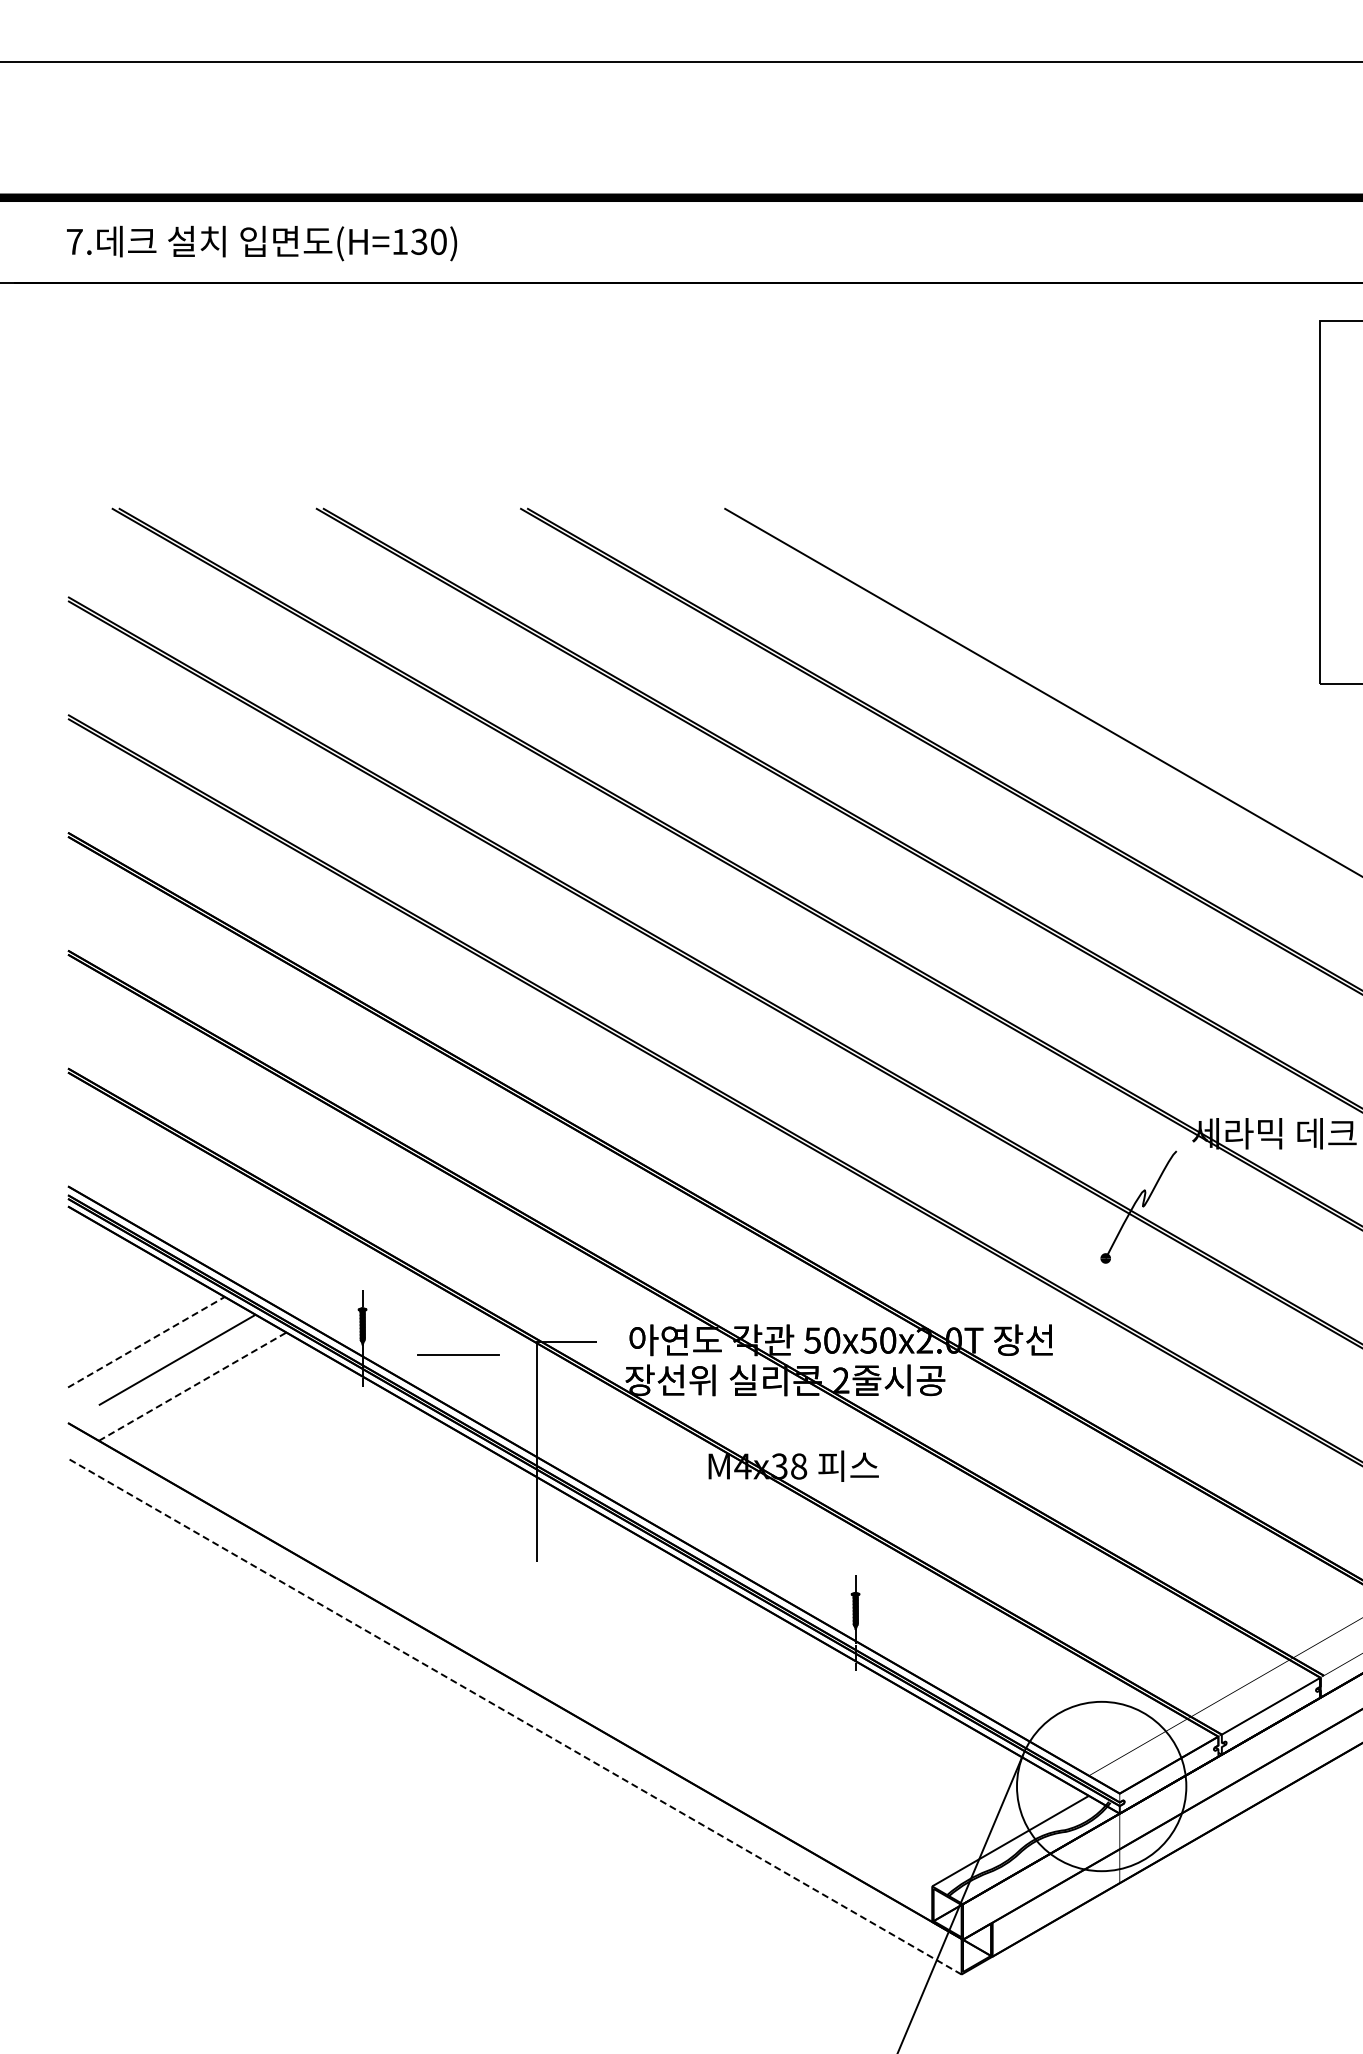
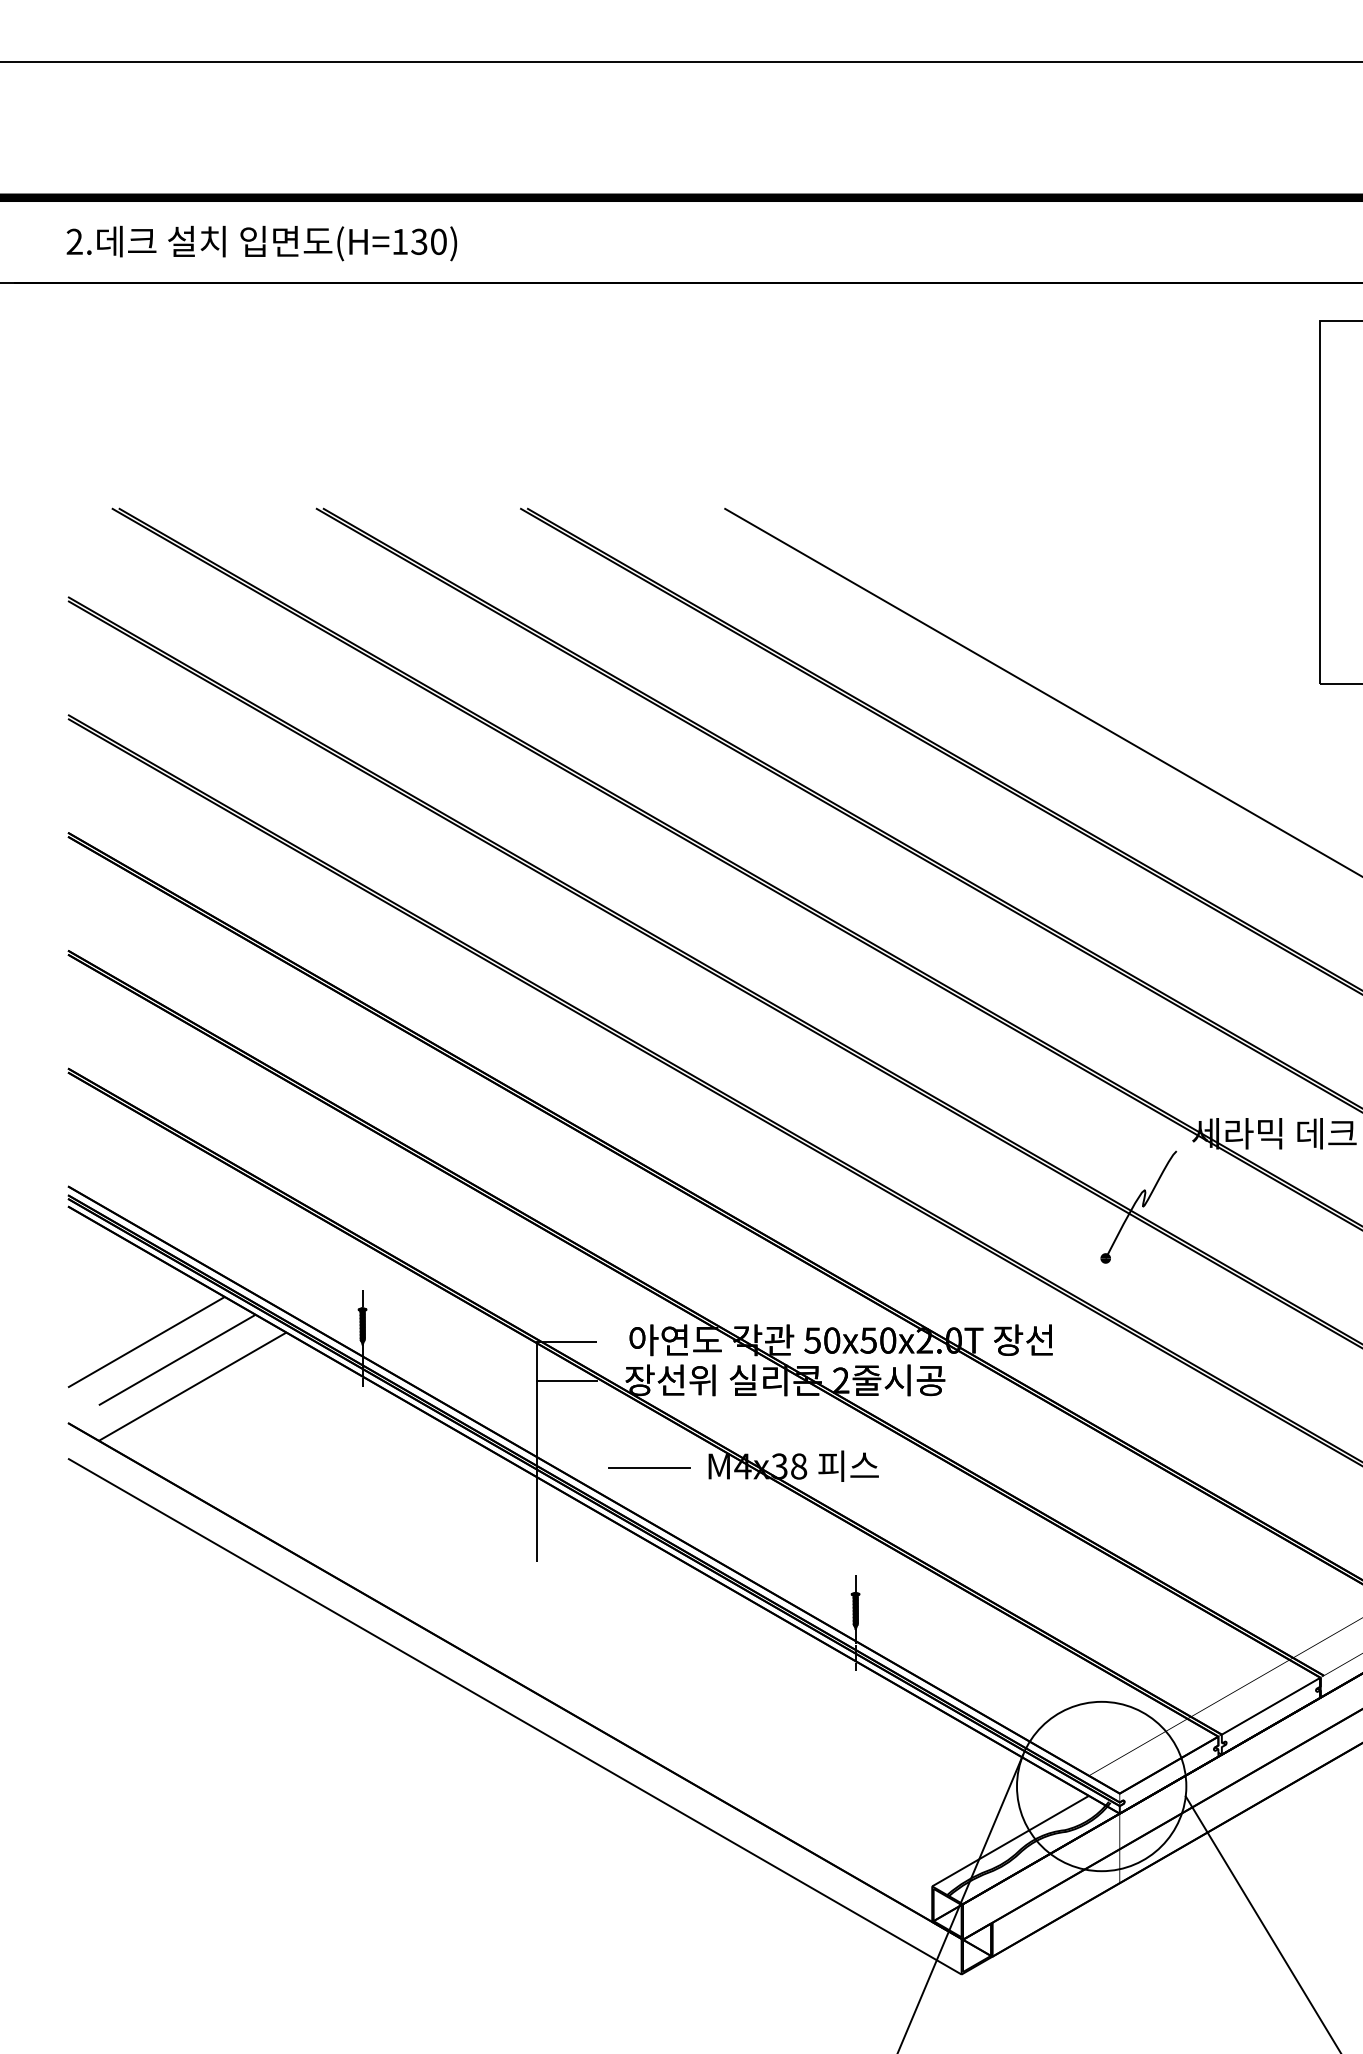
text at (74, 241): 7. -> 2.
line at (146, 1341): dashed -> solid
line at (458, 1354) position: (458, 1354) -> (649, 1467)
line at (566, 1380): none -> present
line at (193, 1386): dashed -> solid
line at (514, 1716): dashed -> solid
line at (1262, 1923): none -> present
